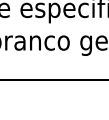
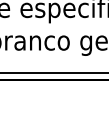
line at (53, 72): none -> present
